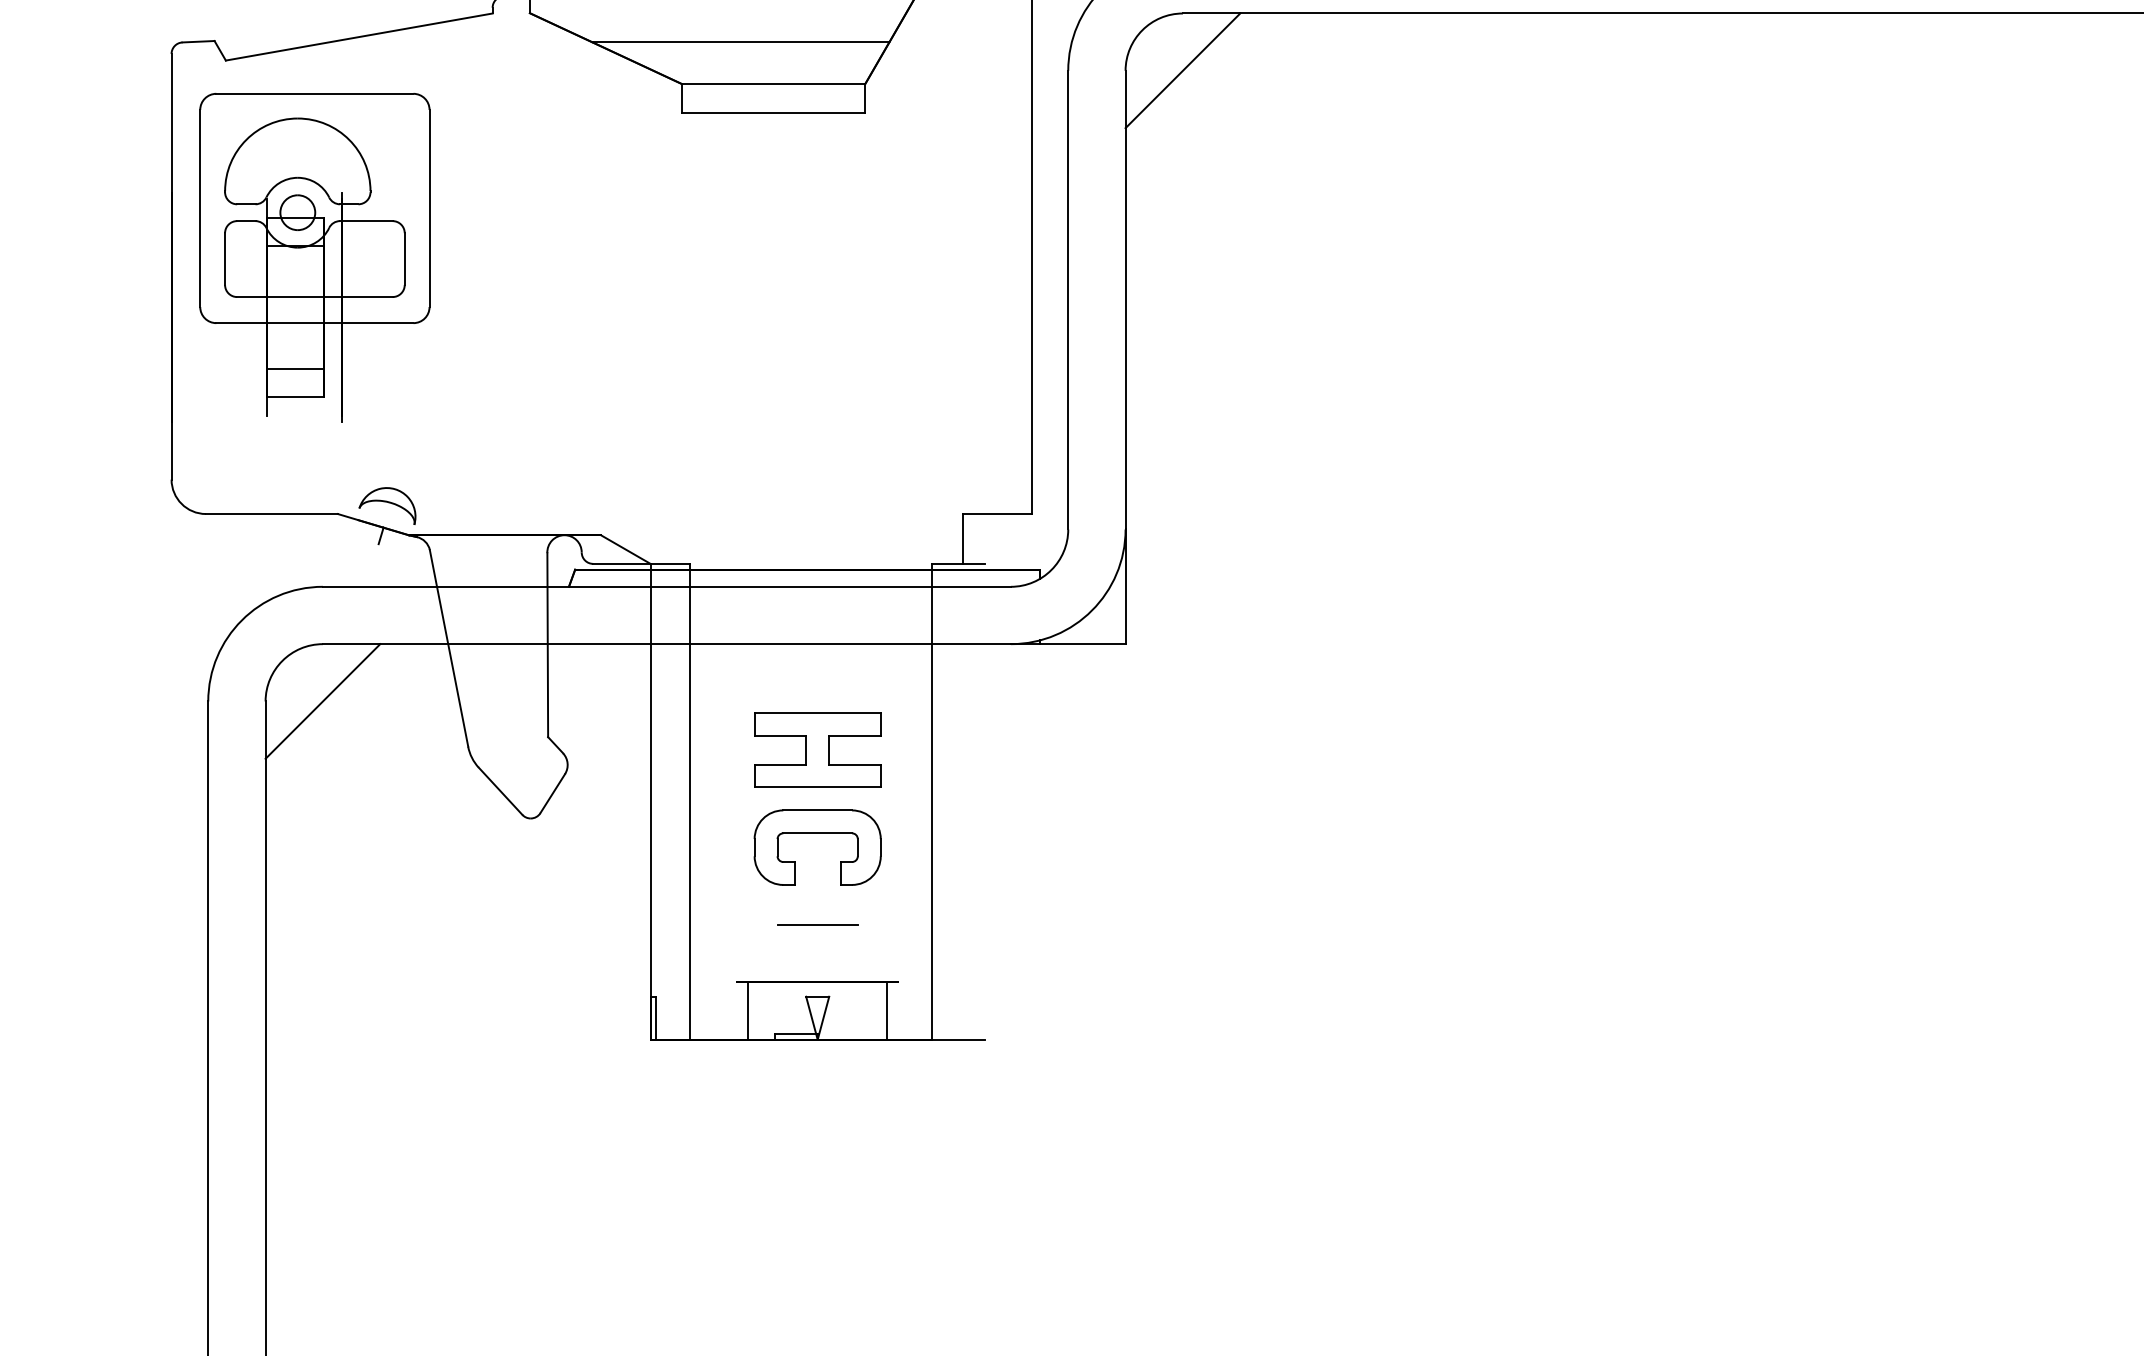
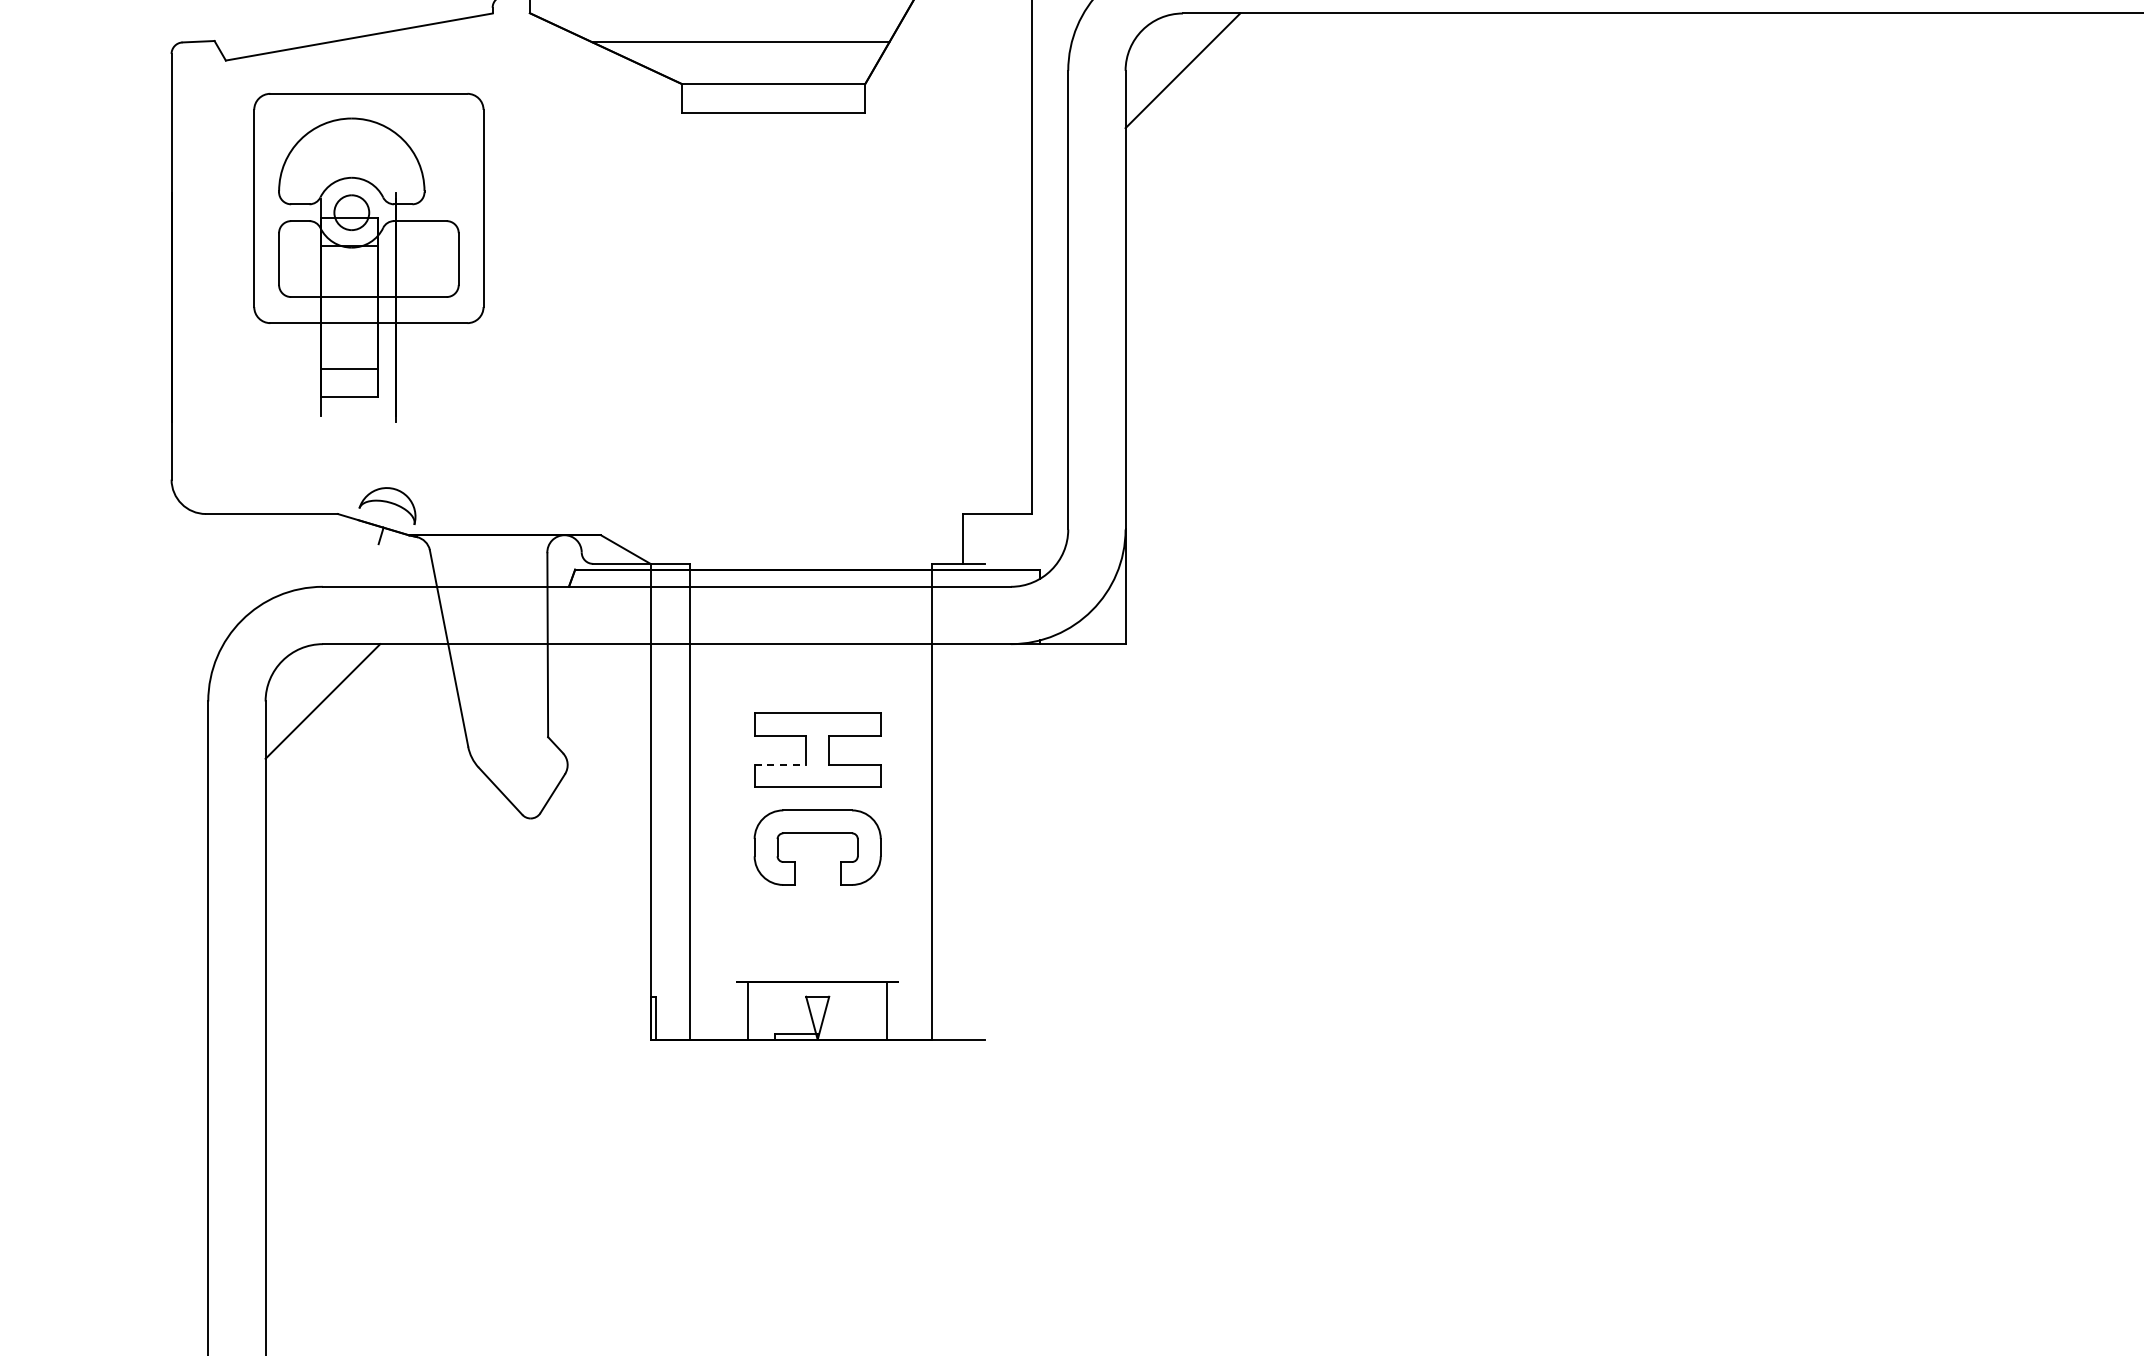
part at (314, 257) position: (314, 257) -> (368, 257)
line at (780, 764): solid -> dashed
line at (817, 925): present -> none
